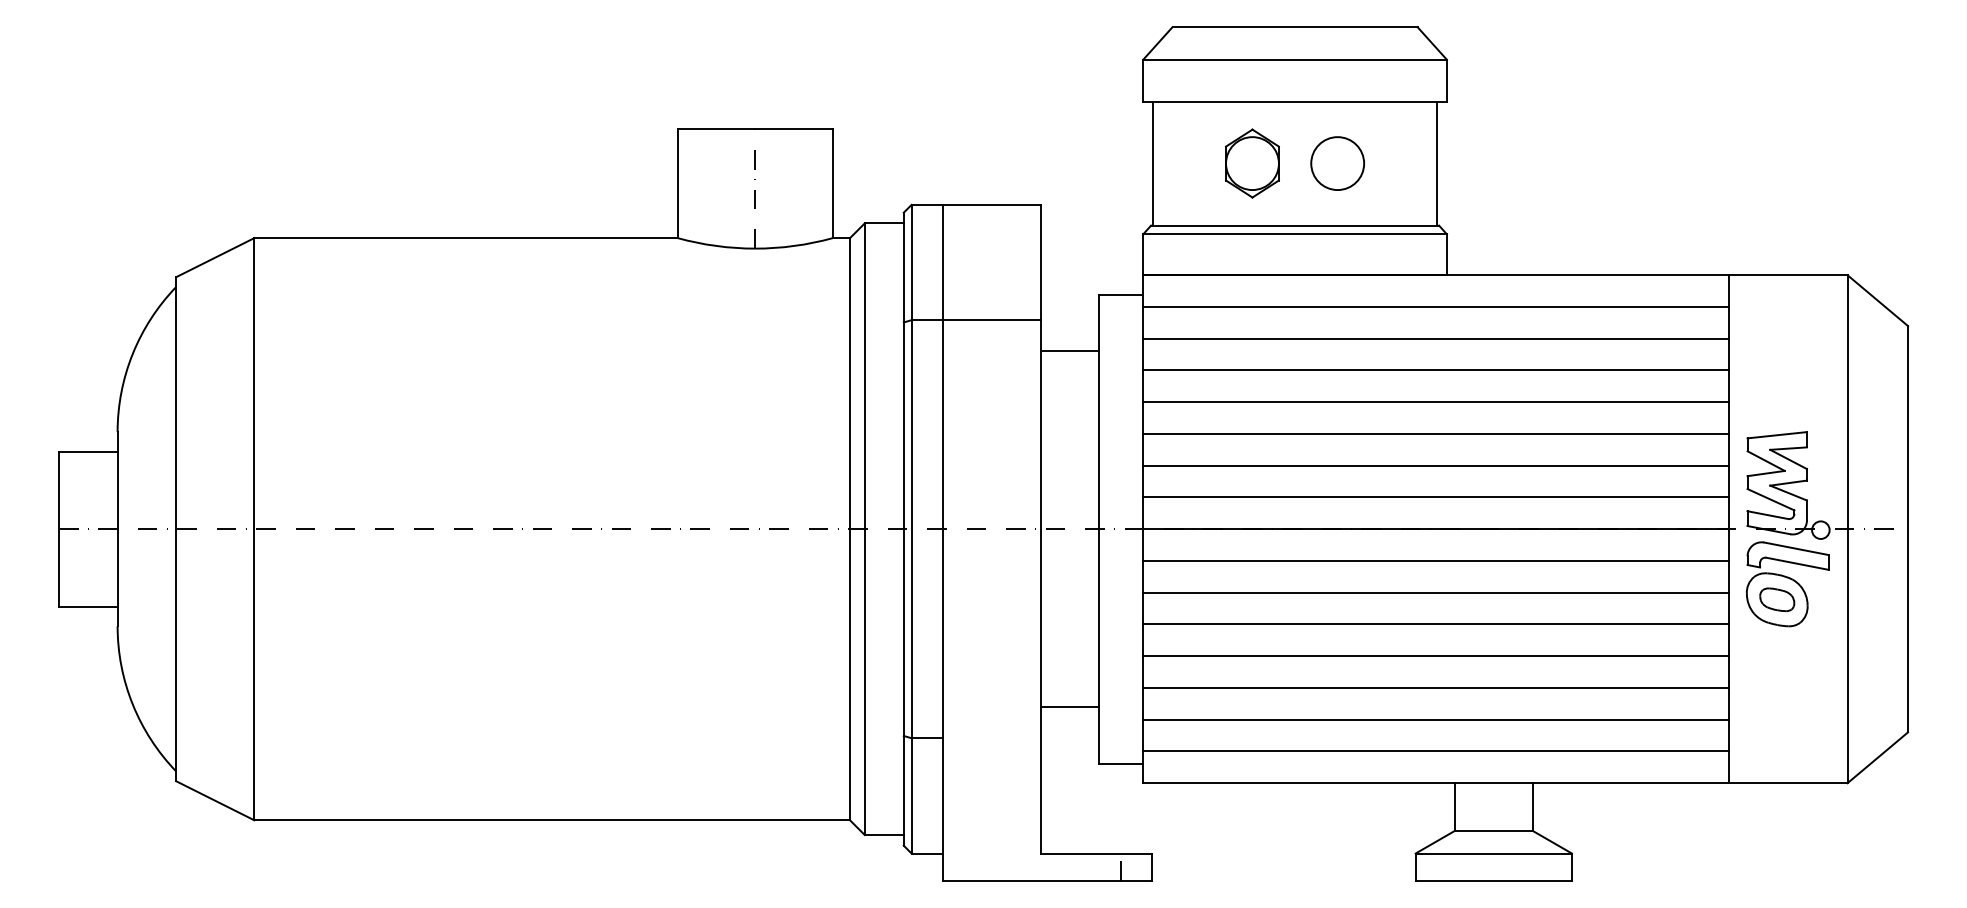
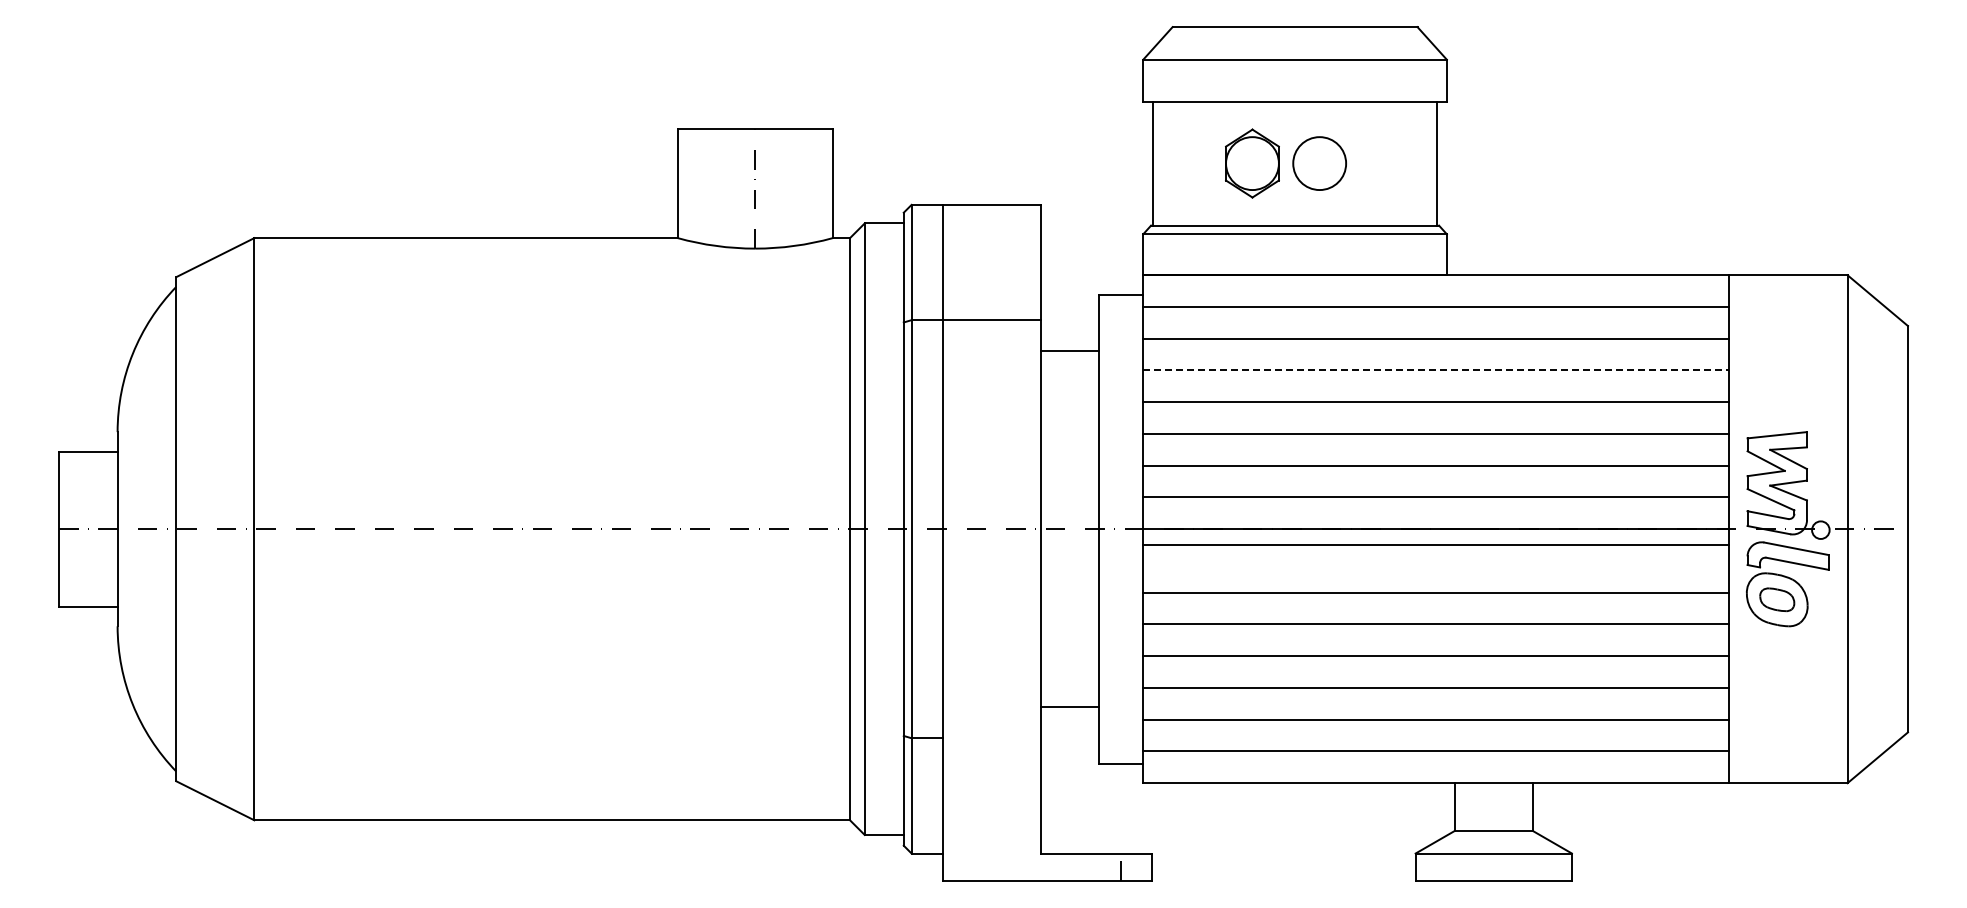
circle at (1337, 163) position: (1337, 163) -> (1319, 163)
line at (1435, 370): solid -> dashed
line at (1435, 560) position: (1435, 560) -> (1435, 544)
